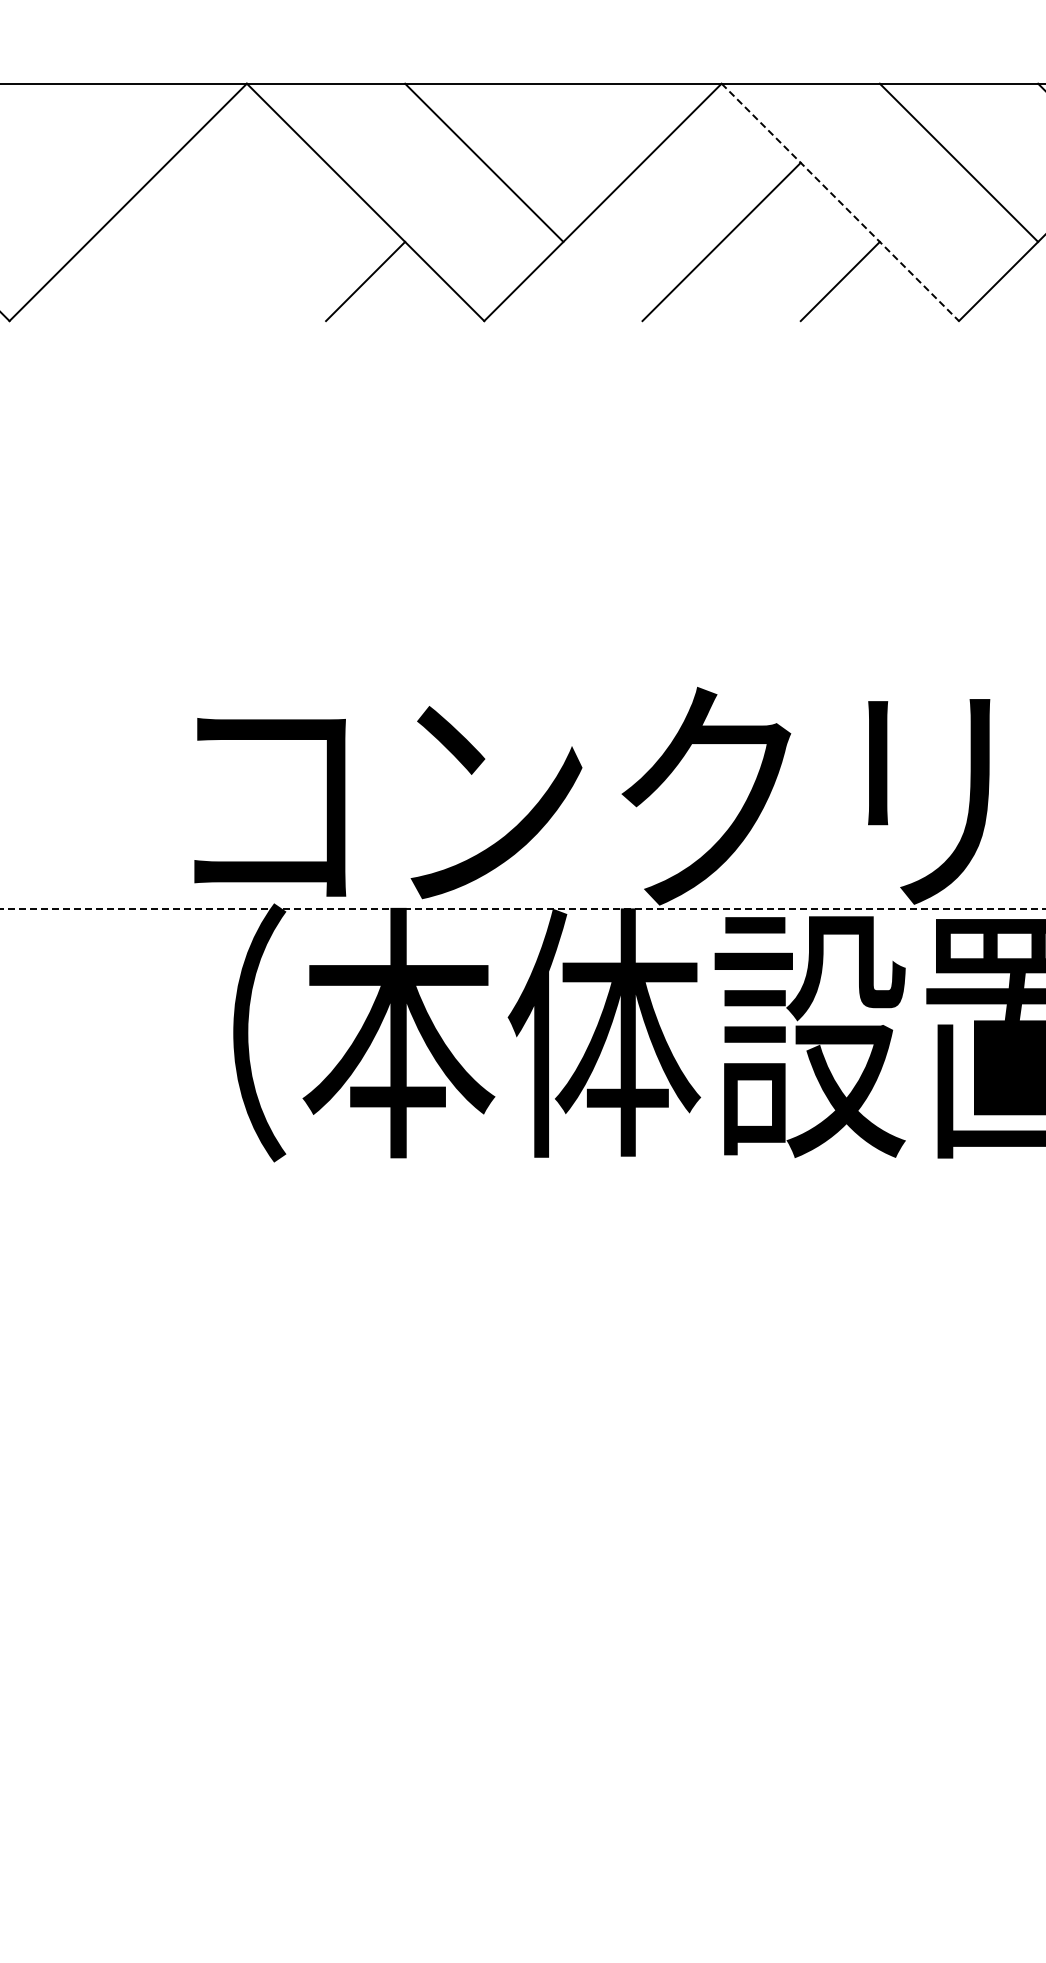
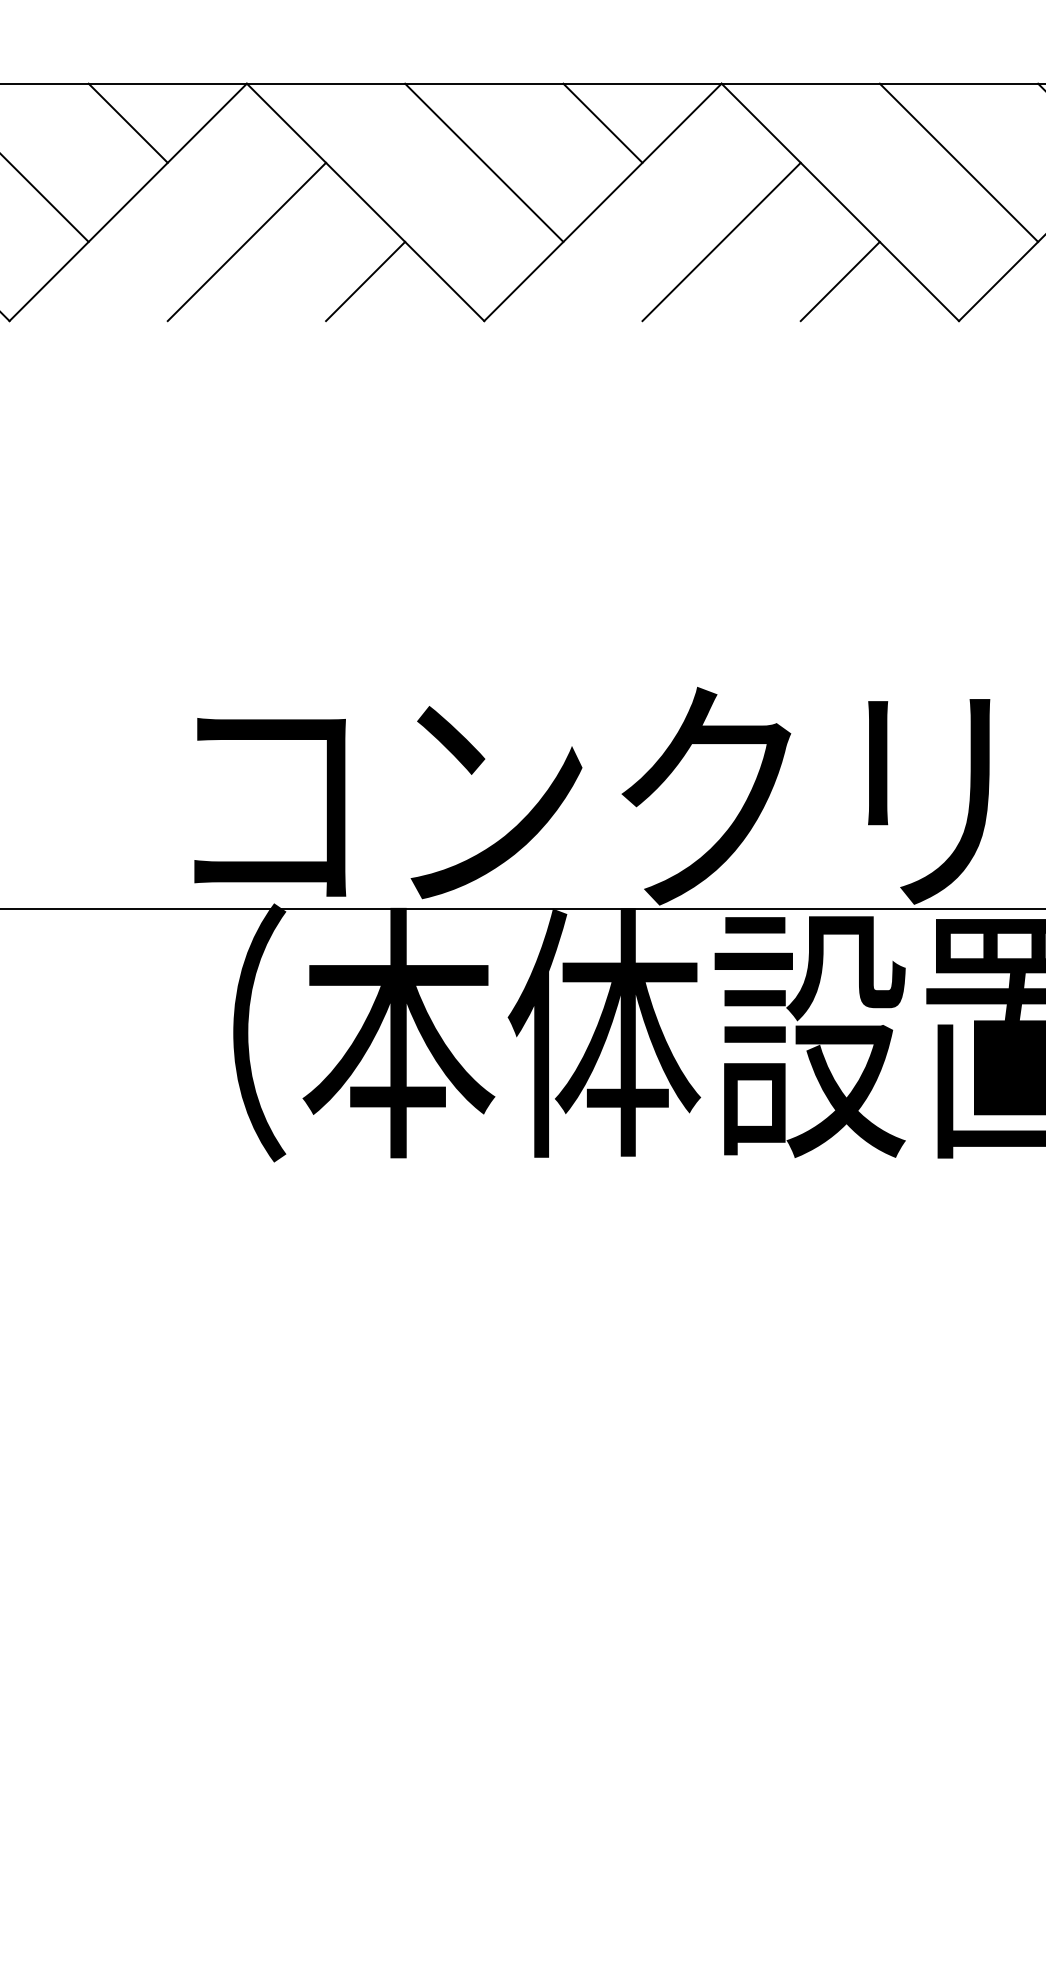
line at (127, 122): none -> present
line at (602, 122): none -> present
line at (45, 198): none -> present
line at (840, 202): dashed -> solid
line at (246, 241): none -> present
line at (523, 908): dashed -> solid
